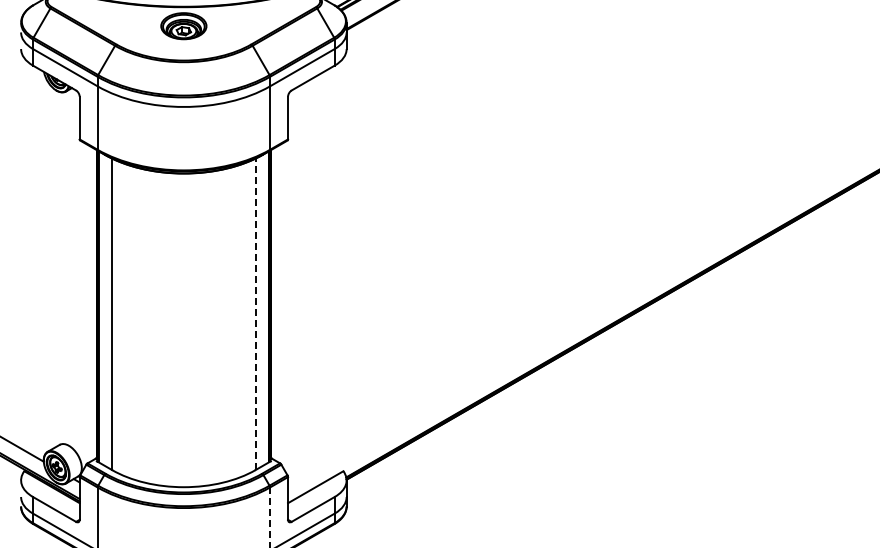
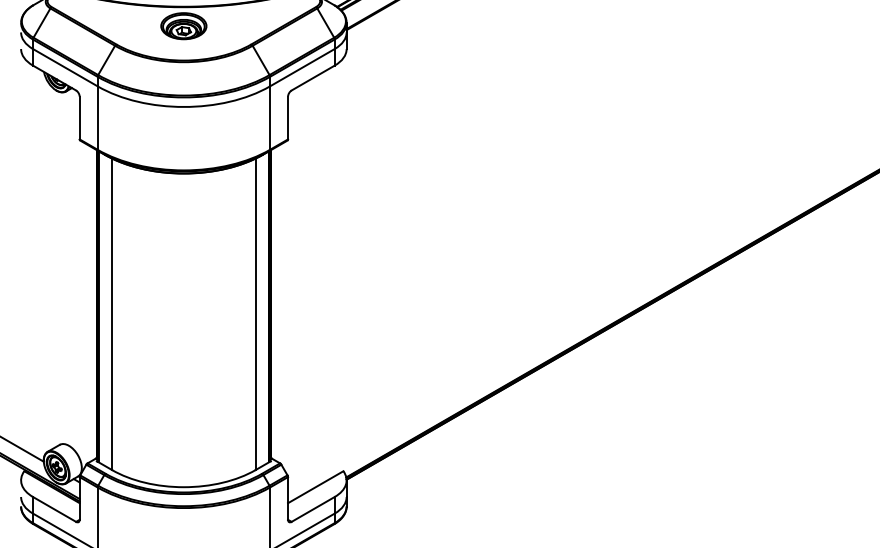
line at (255, 314): dashed -> solid
line at (270, 518): dashed -> solid
